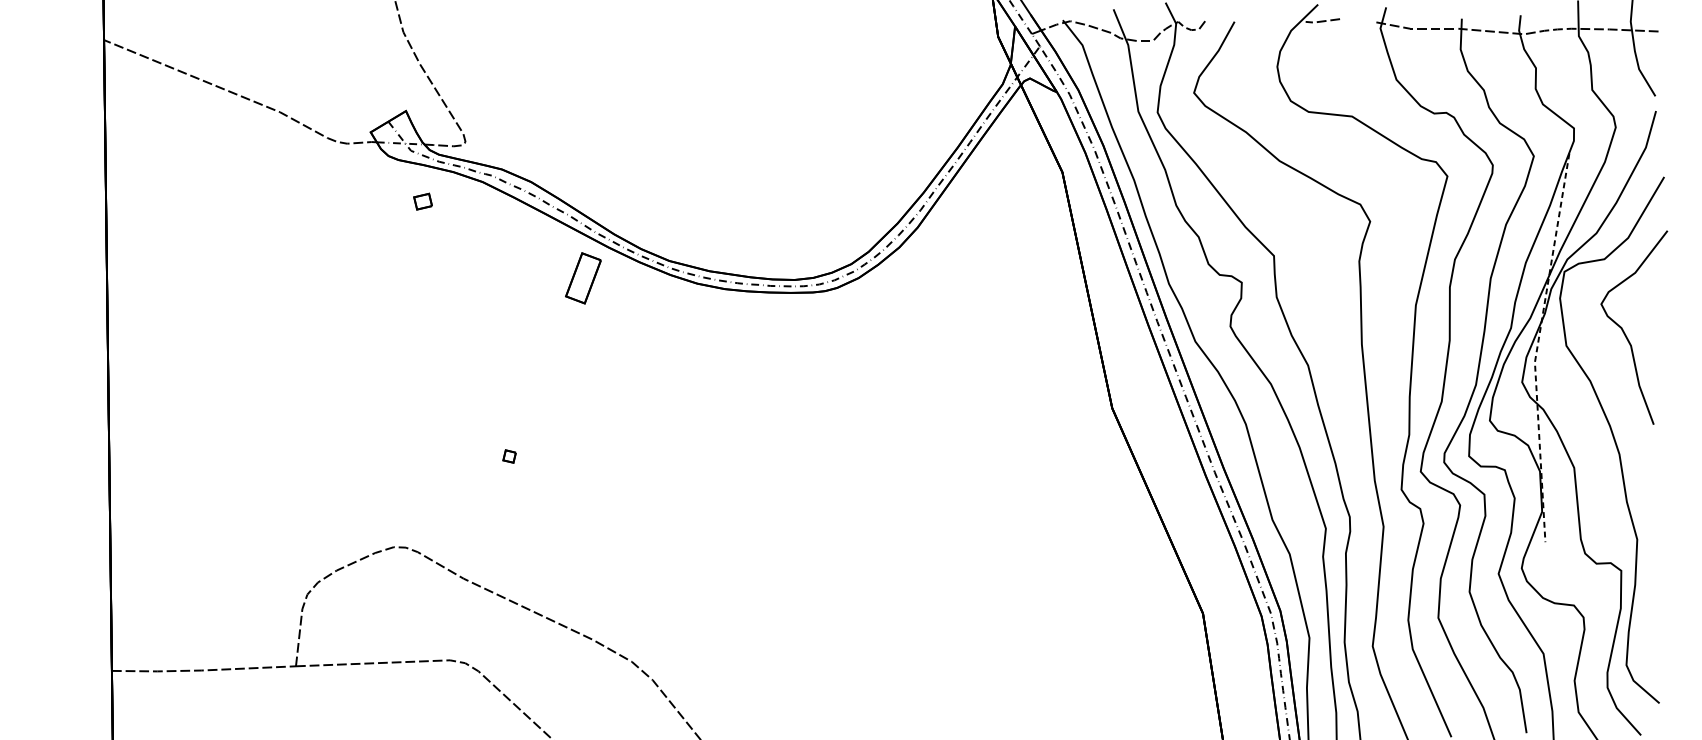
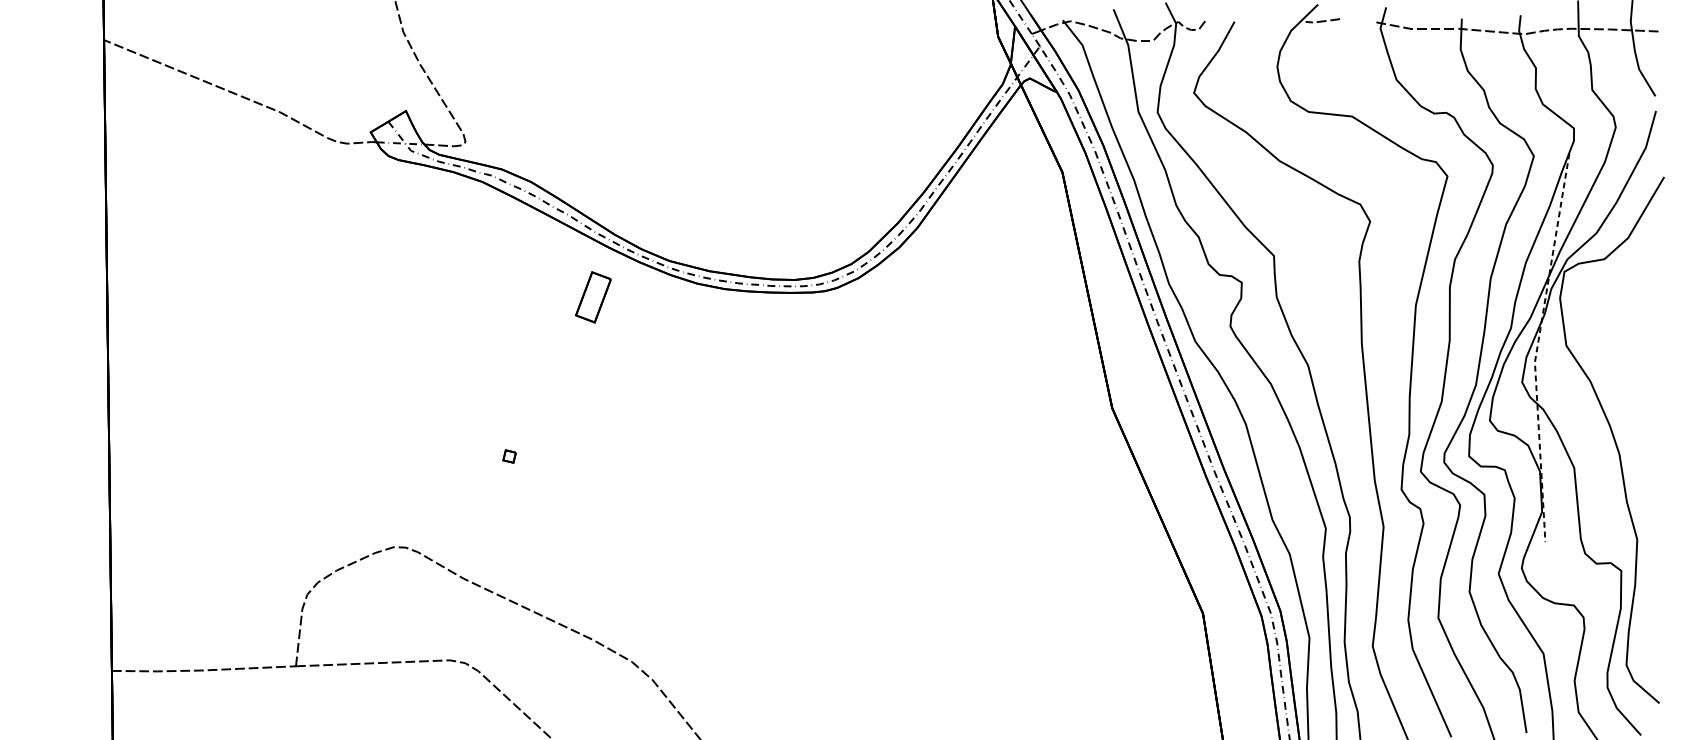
part at (422, 201): present -> none
part at (583, 278) position: (583, 278) -> (593, 297)
curve at (1624, 331): present -> none
